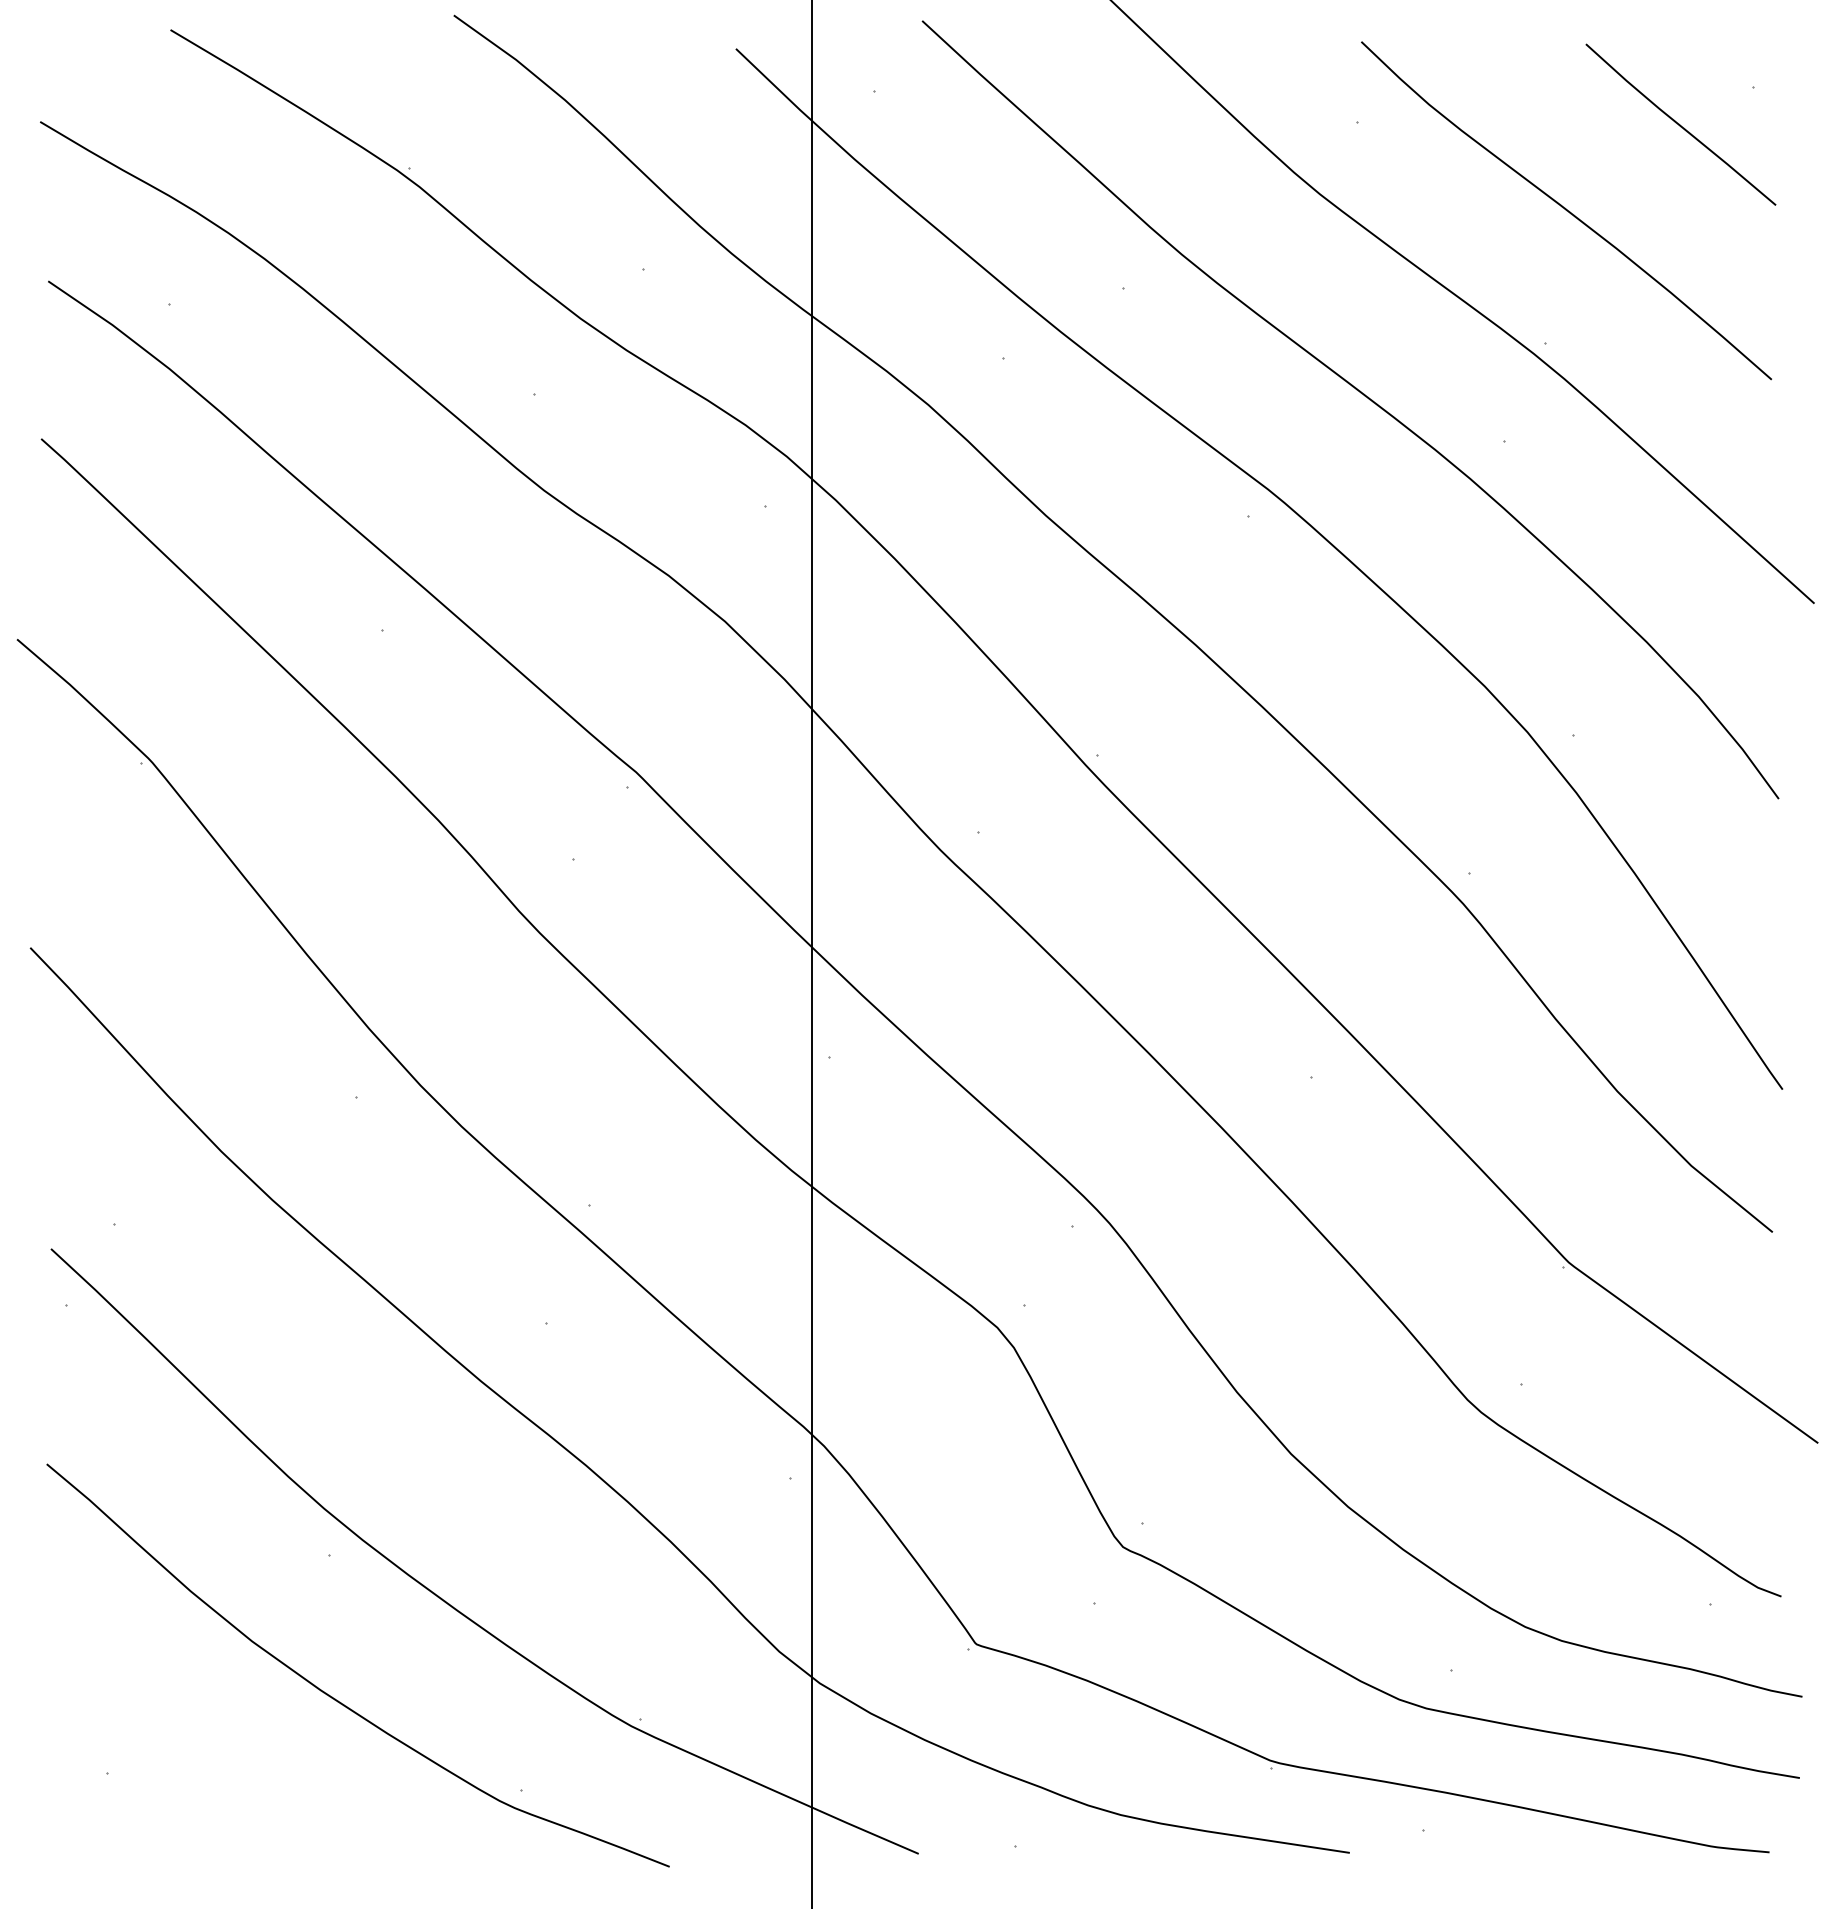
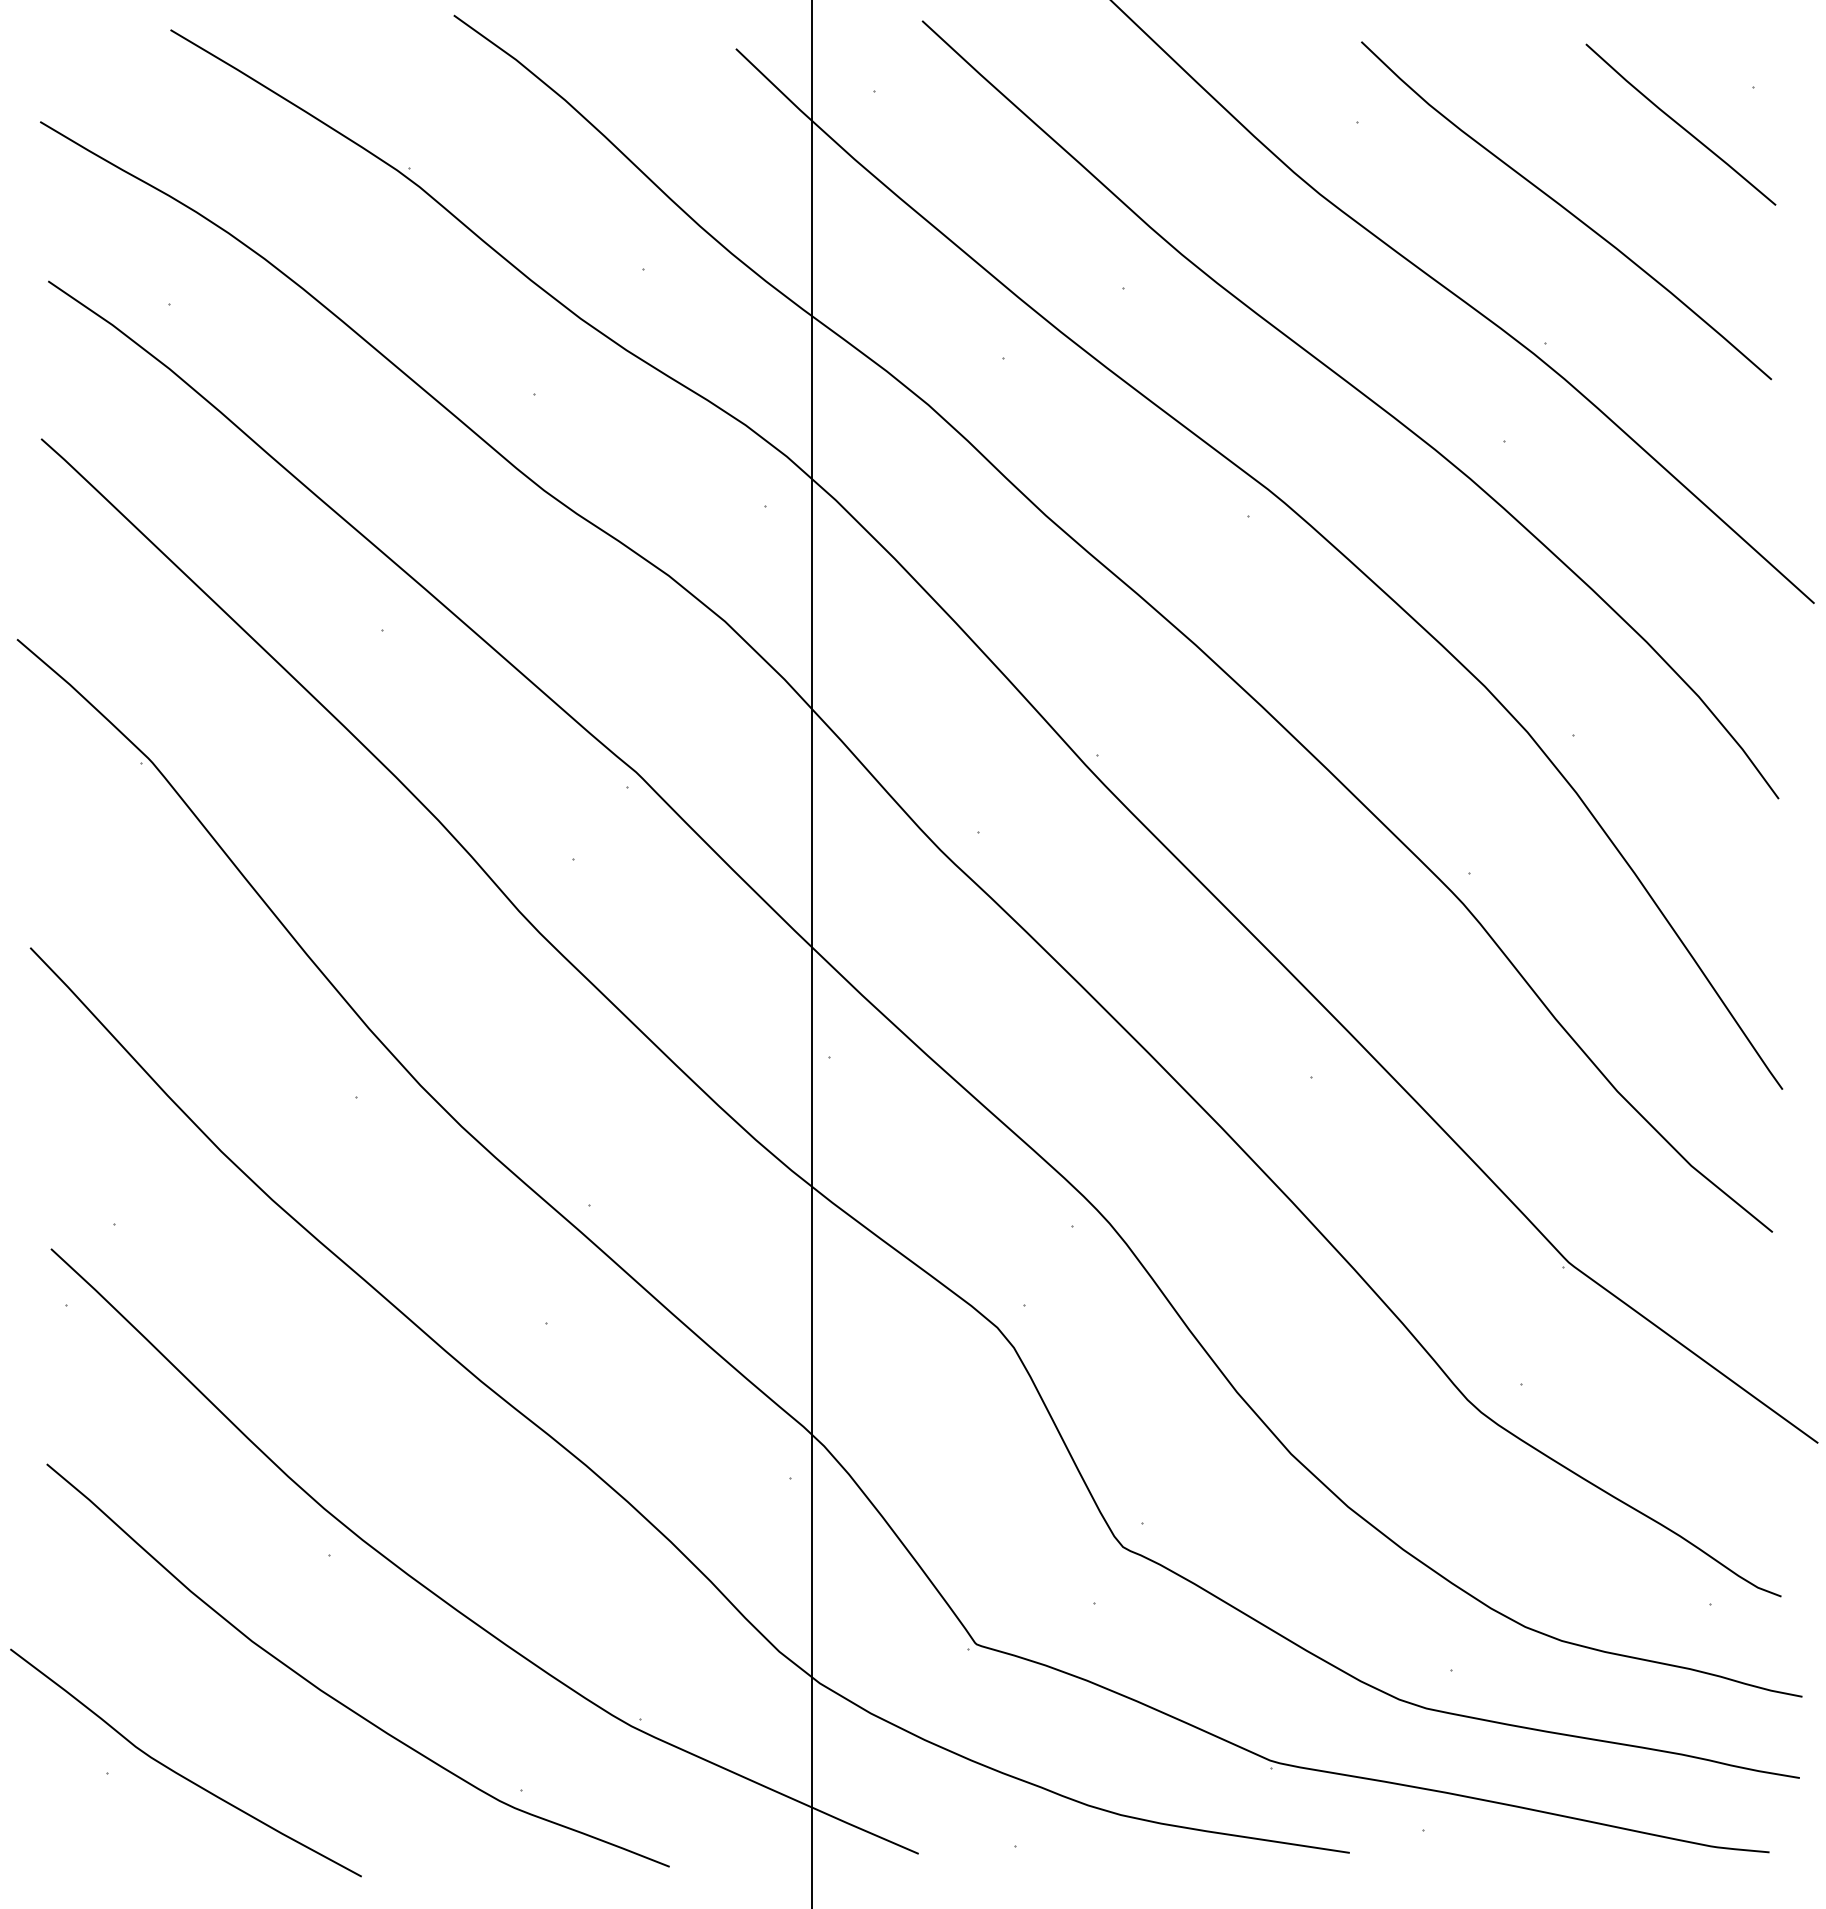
curve at (179, 1773): none -> present
